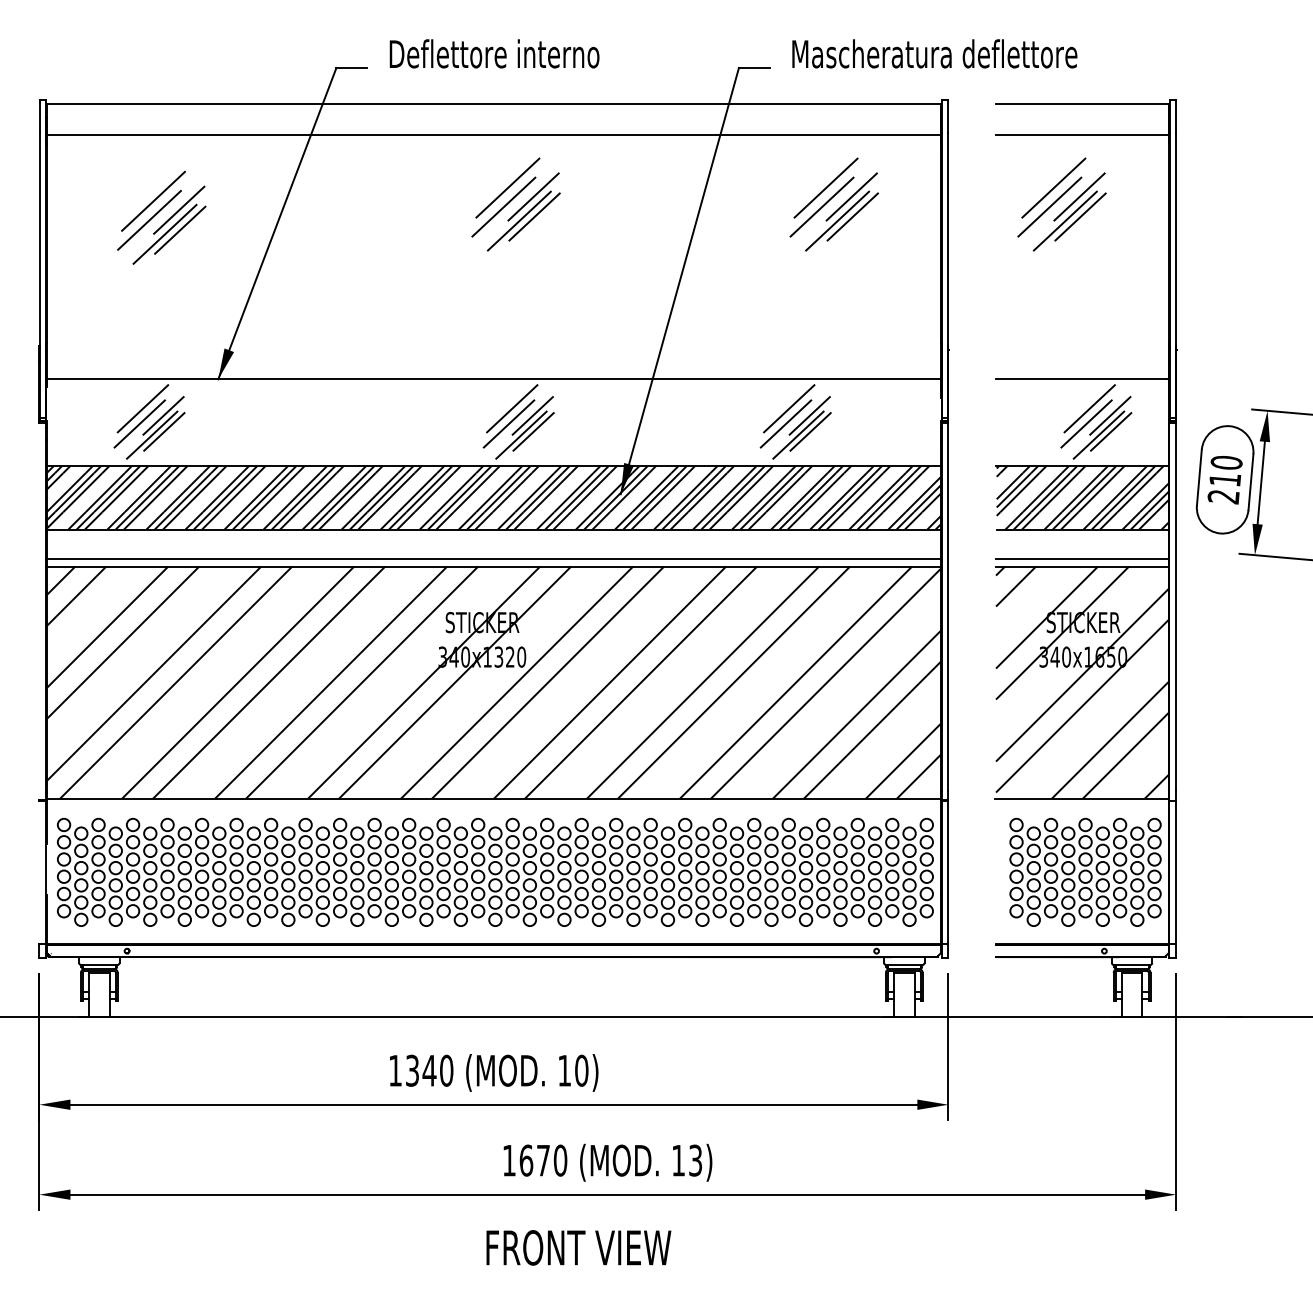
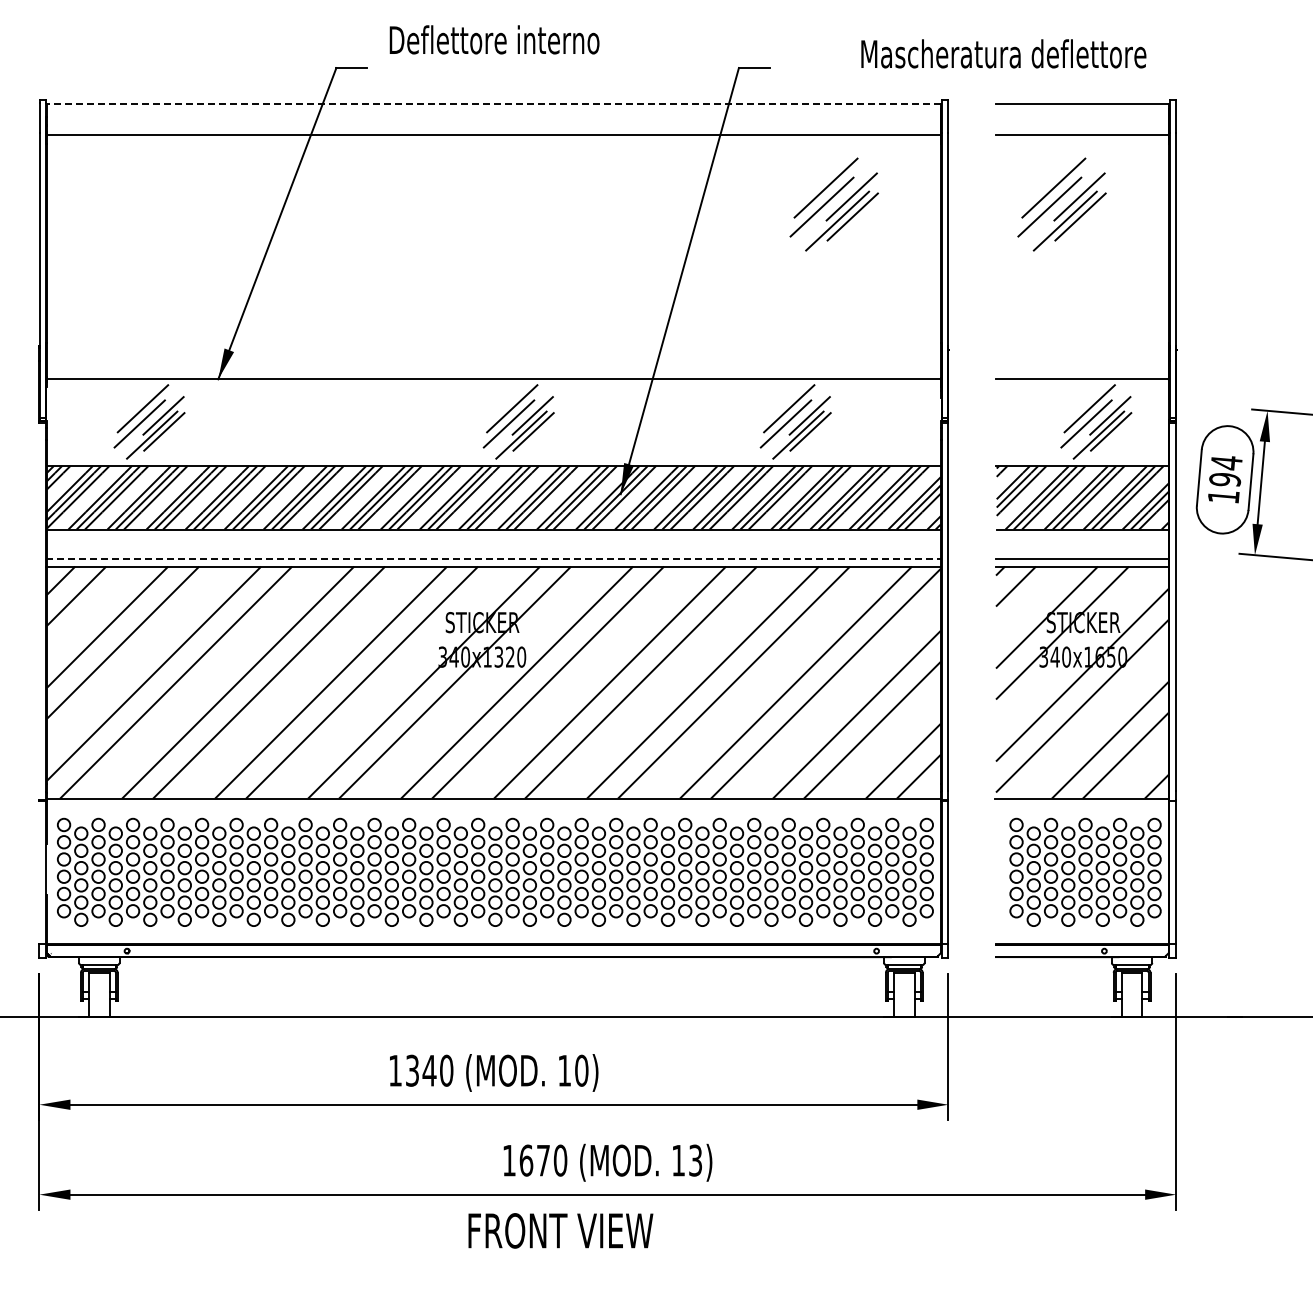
text at (494, 53) position: (494, 53) -> (494, 39)
text at (934, 53) position: (934, 53) -> (1003, 53)
line at (493, 104): solid -> dashed
part at (515, 204): present -> none
part at (161, 217): present -> none
text at (1224, 479): 210 -> 194
line at (494, 558): solid -> dashed
text at (578, 1247) position: (578, 1247) -> (560, 1230)
